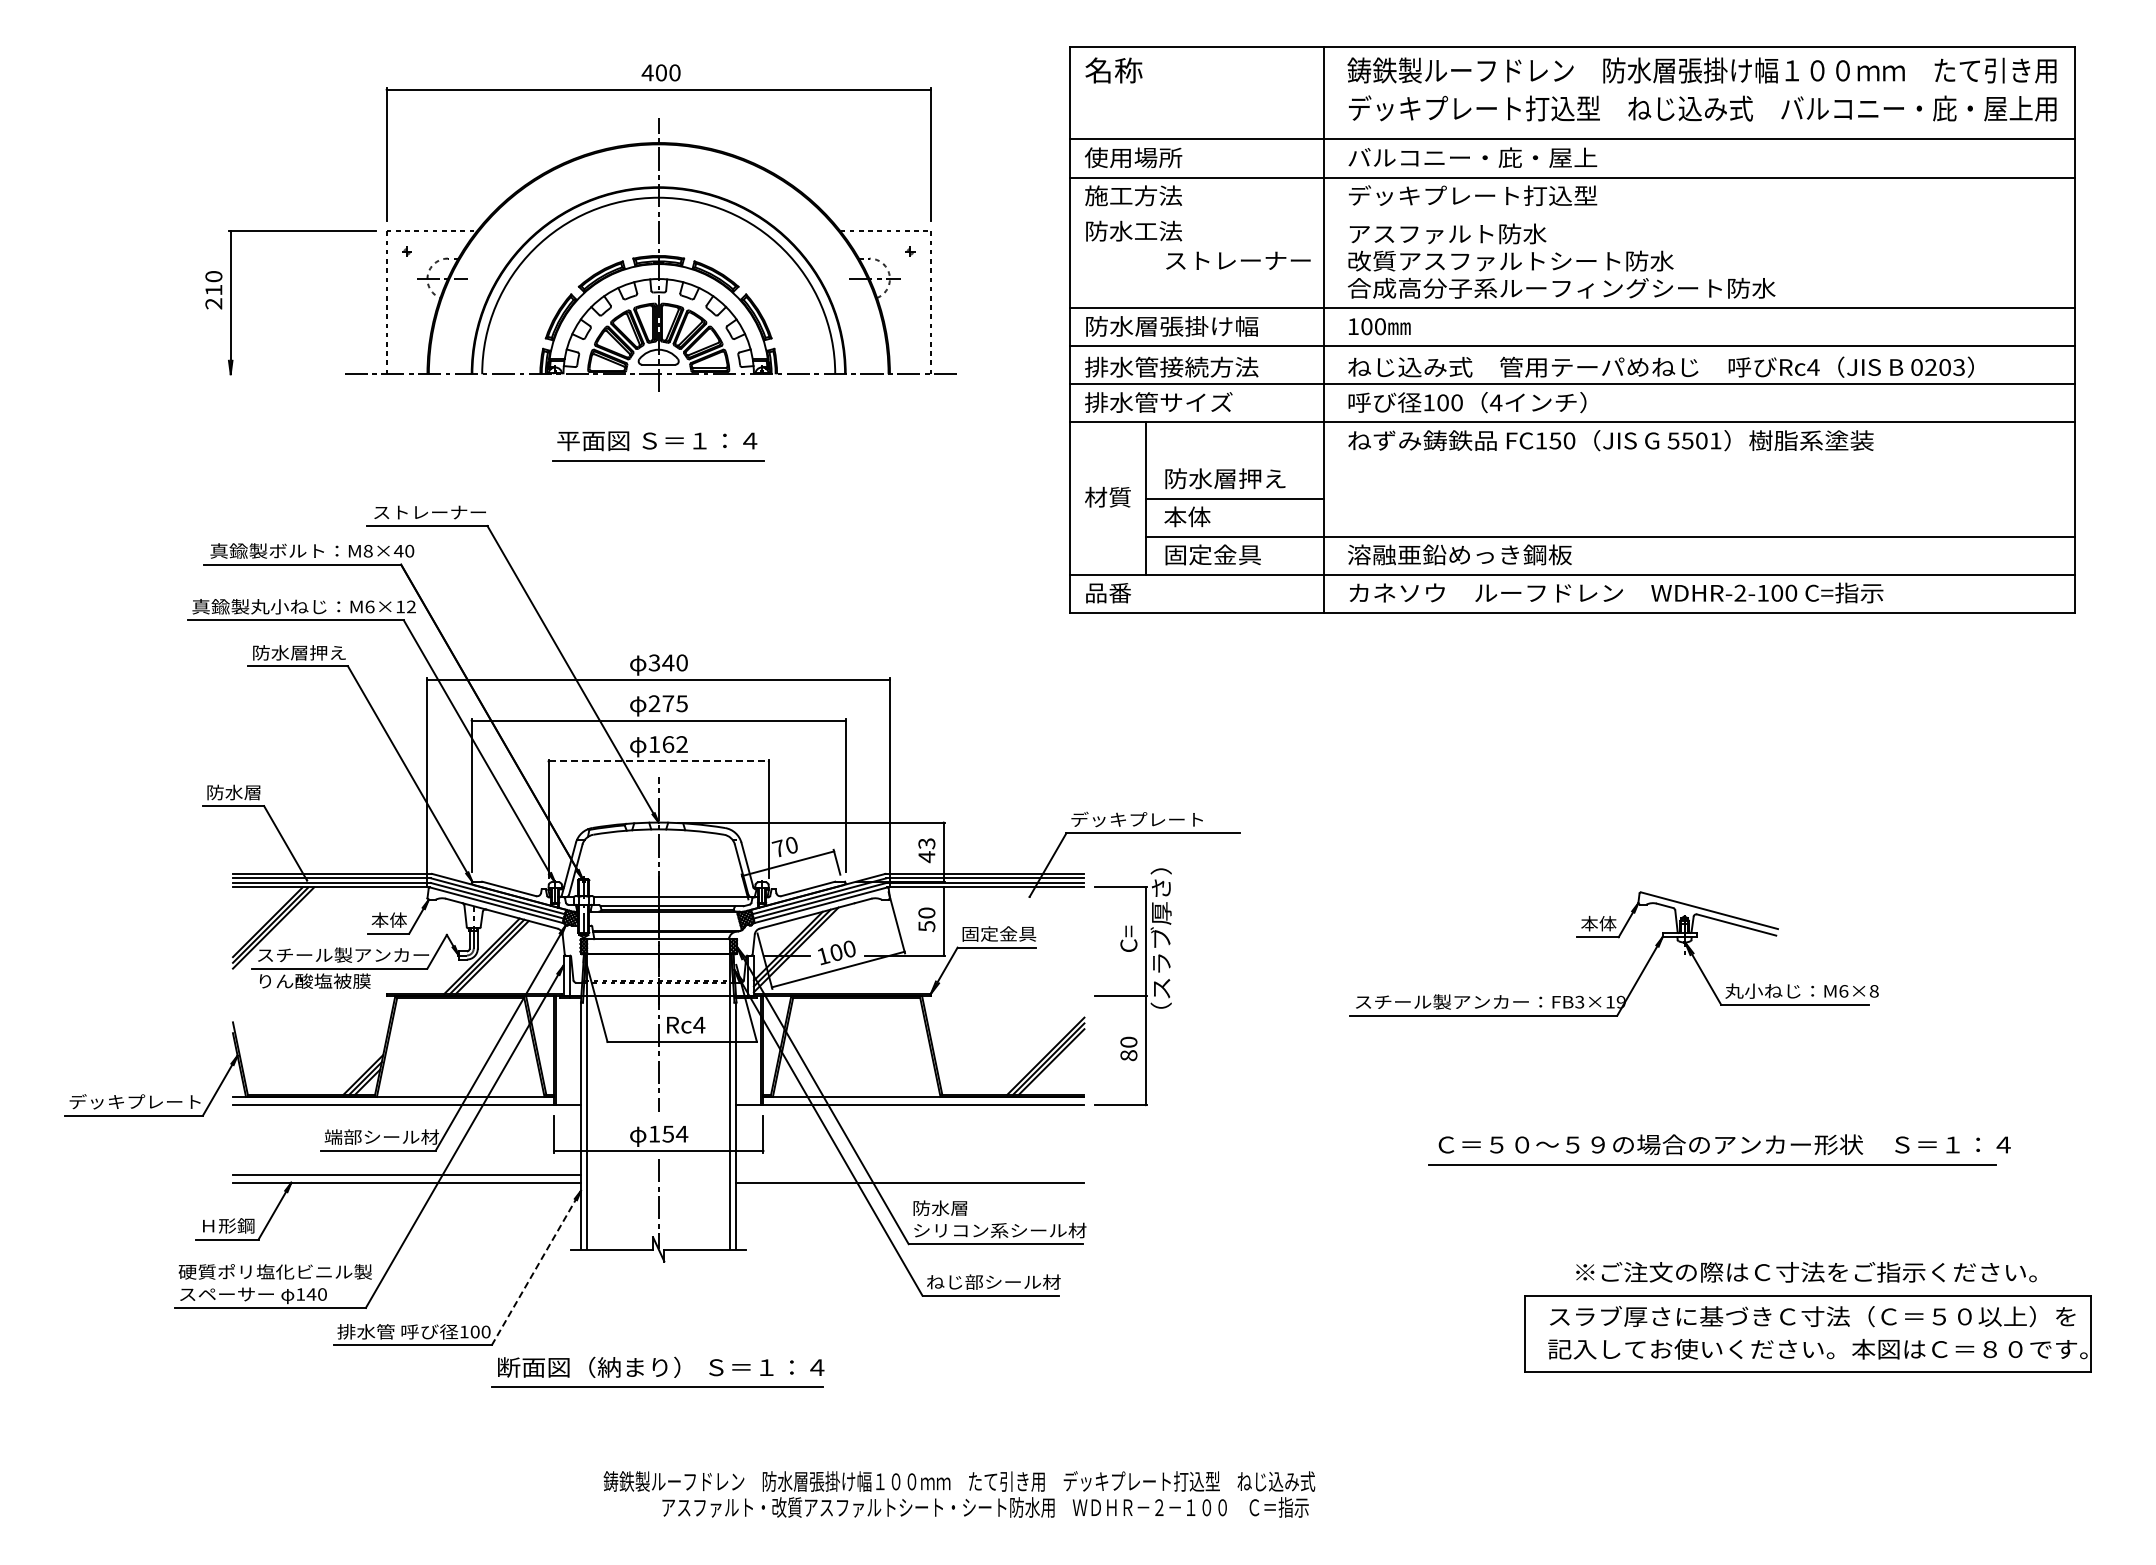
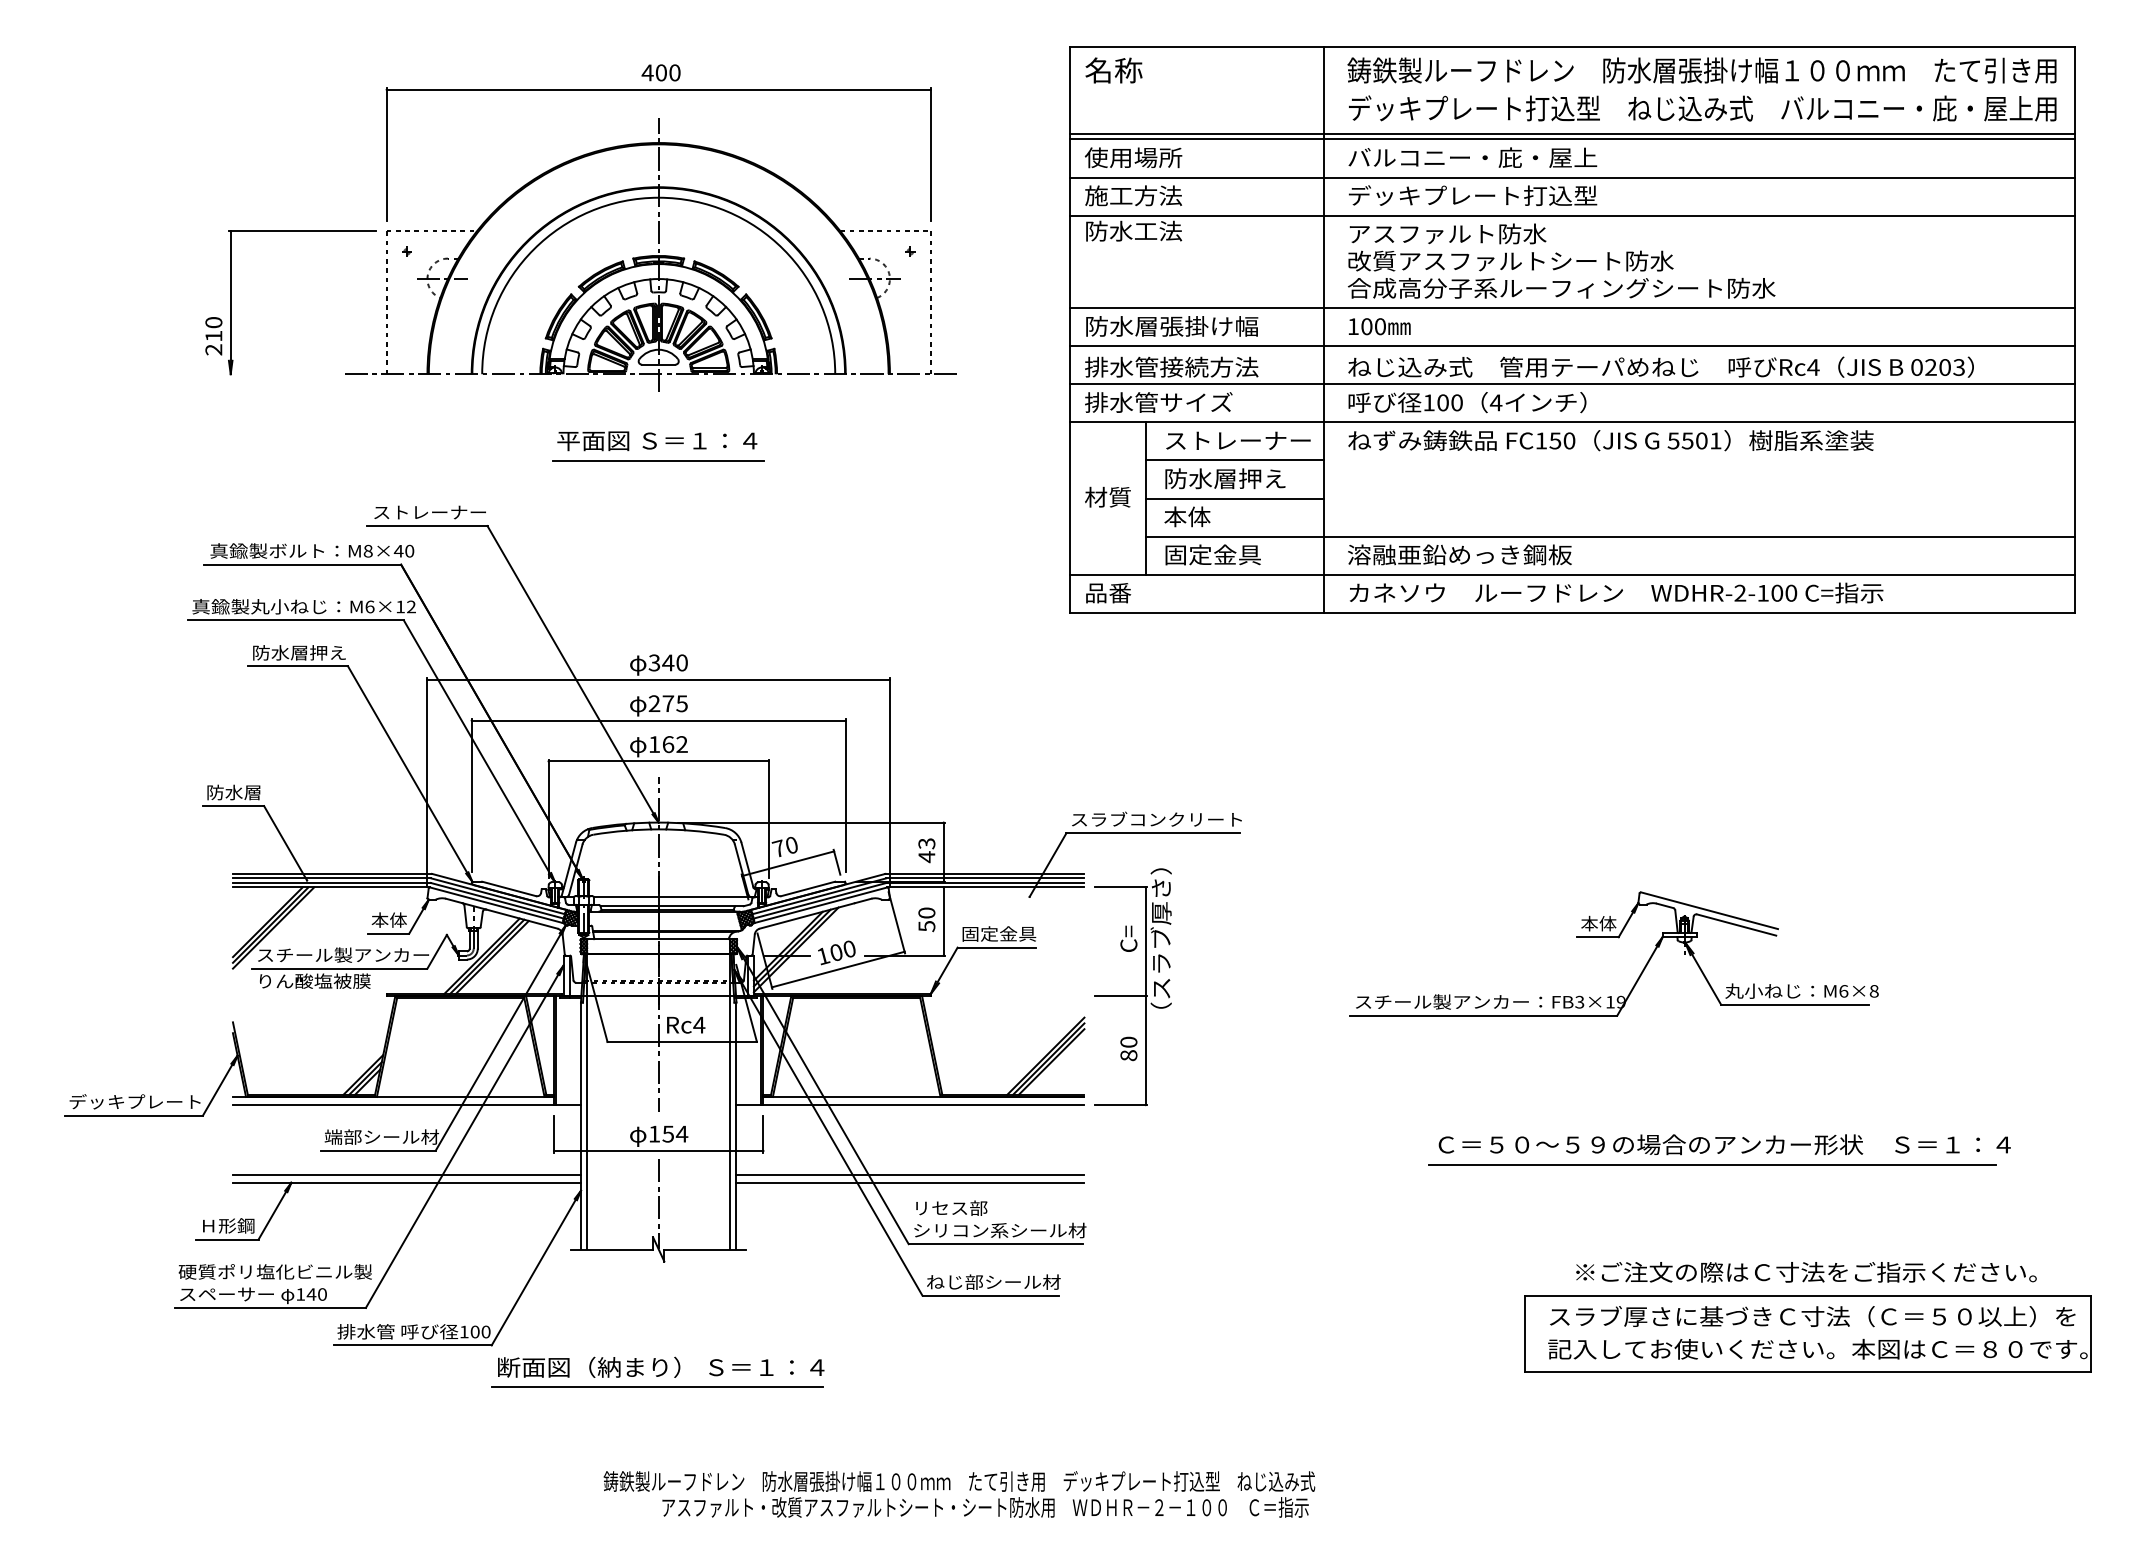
line at (1571, 134): none -> present
line at (1571, 215): none -> present
text at (1238, 260) position: (1238, 260) -> (1238, 440)
text at (213, 290) position: (213, 290) -> (213, 336)
line at (1234, 460): none -> present
line at (659, 761): dashed -> solid
text at (1156, 819): デッキプレート -> スラブコンクリート
line at (910, 1174): none -> present
text at (950, 1207): 防水層 -> リセス部
line at (536, 1267): dashed -> solid
